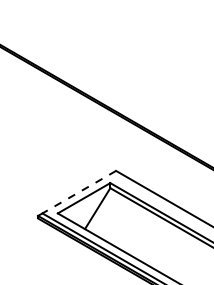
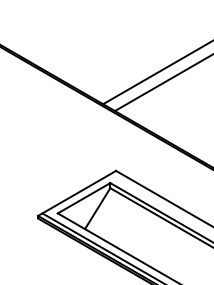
line at (156, 73): none -> present
line at (162, 83): none -> present
line at (79, 192): dashed -> solid
